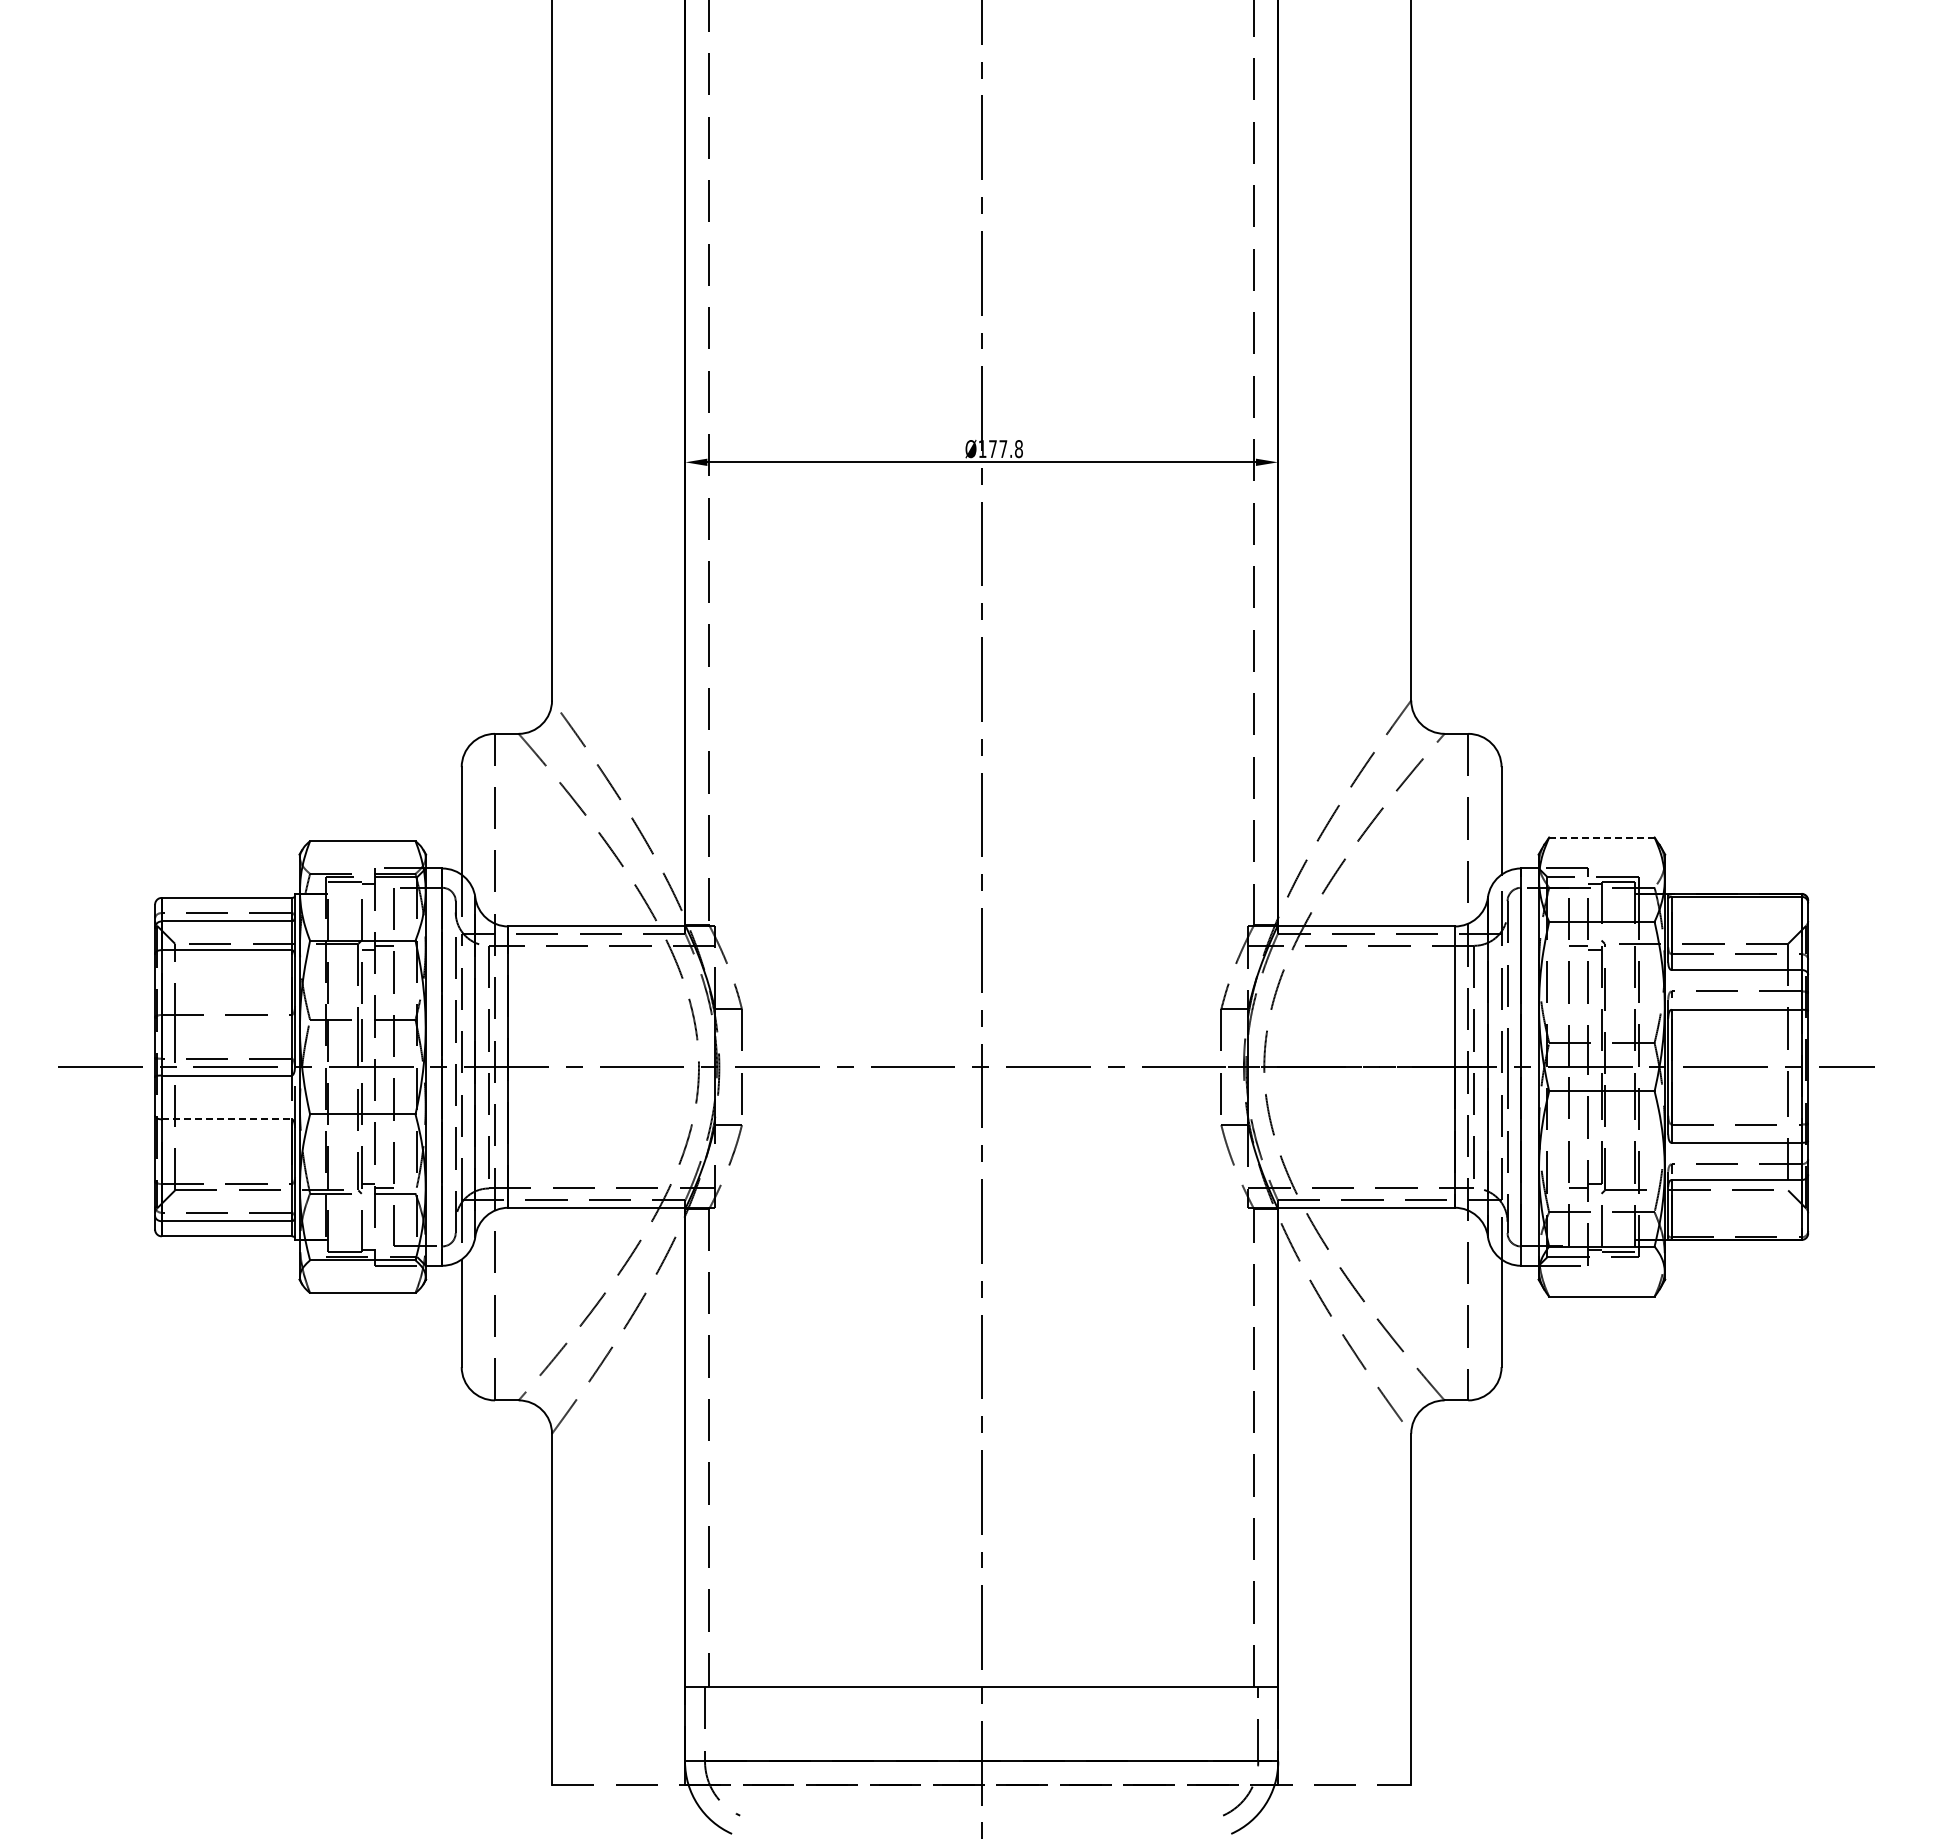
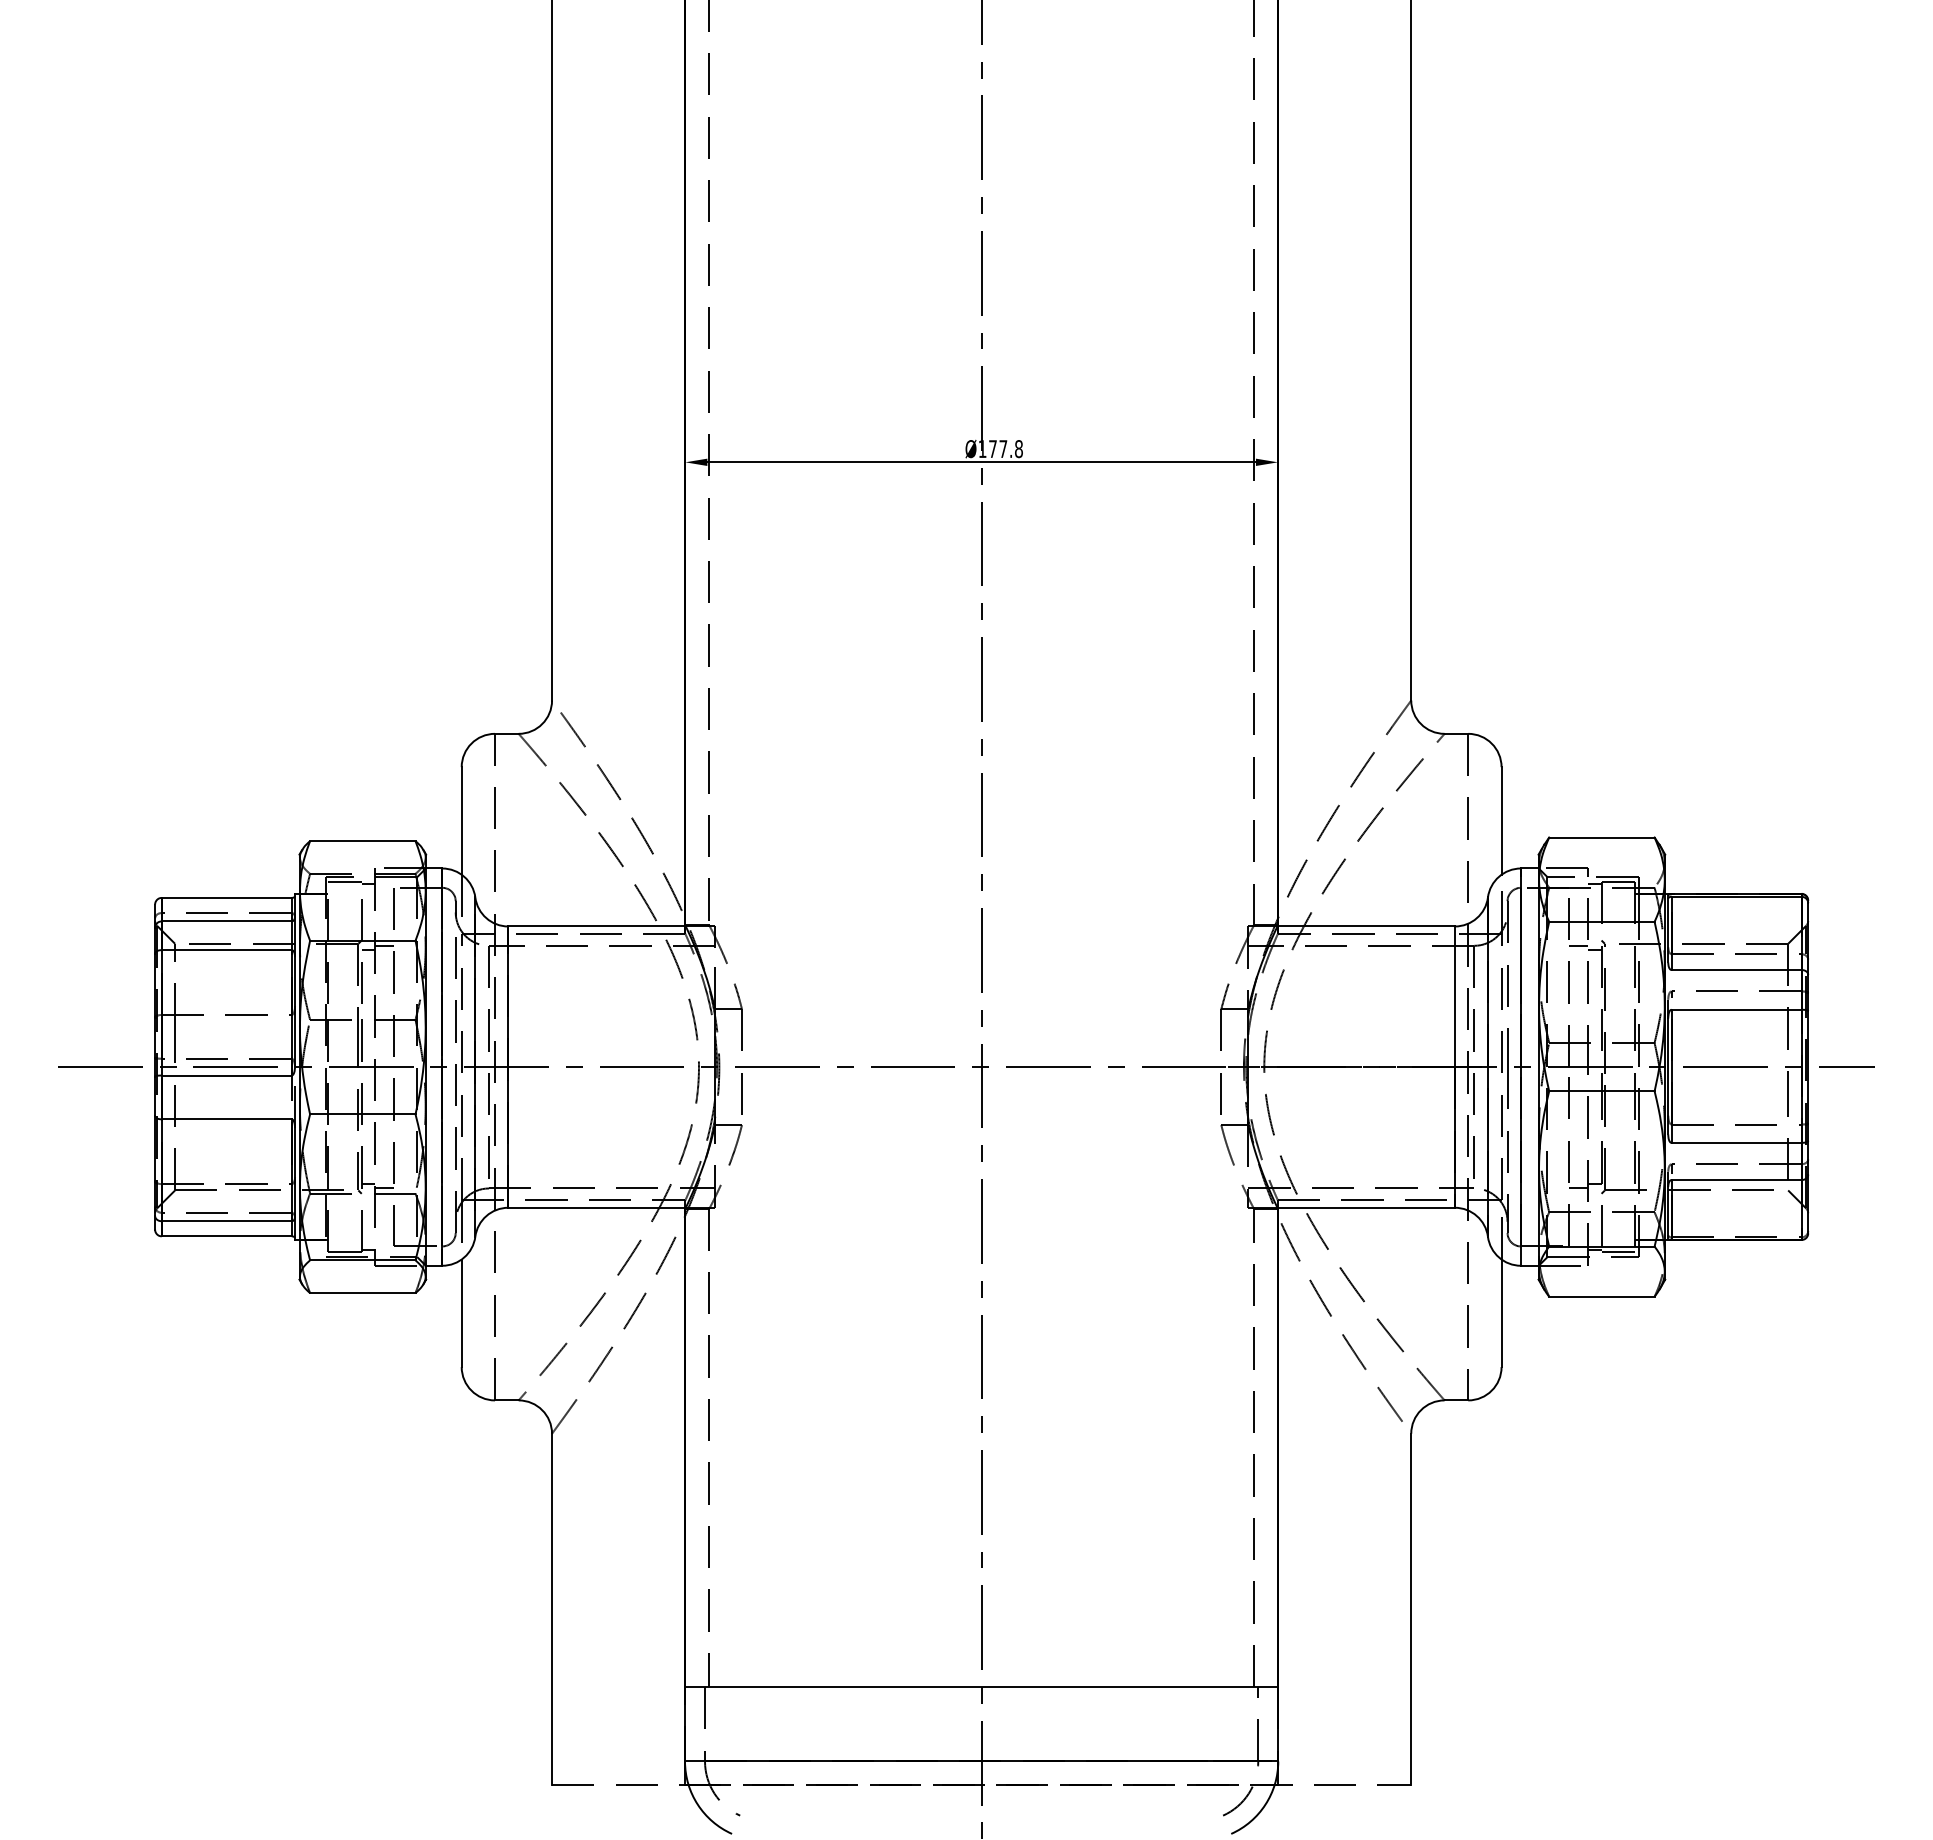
line at (1601, 837): dashed -> solid
line at (226, 1119): dashed -> solid
